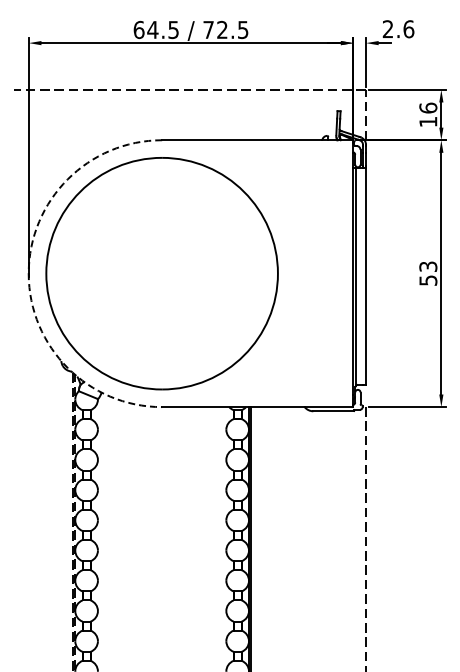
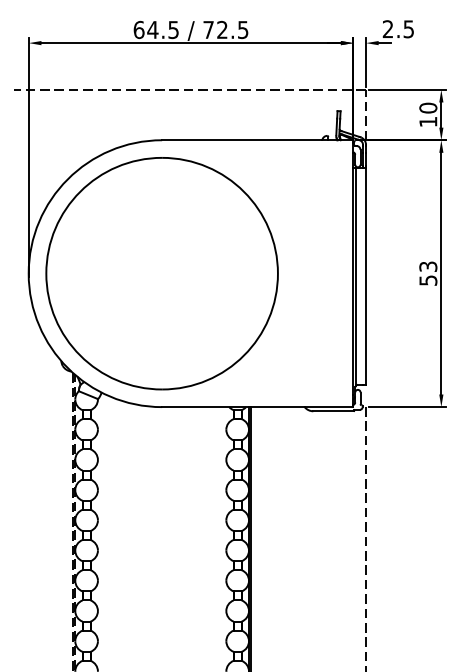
text at (408, 29): 2.6 -> 2.5
text at (428, 107): 16 -> 10
arc at (28, 273): dashed -> solid
